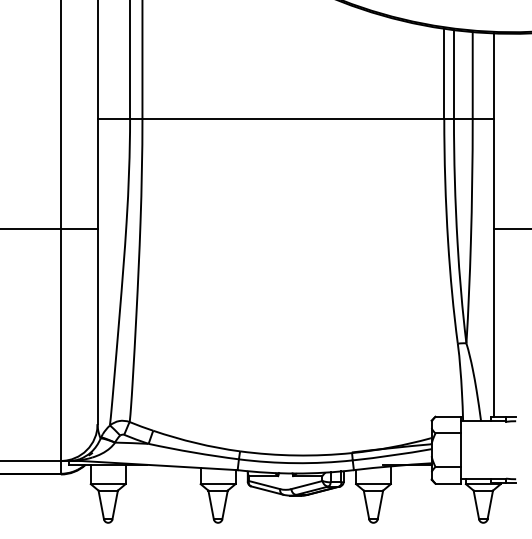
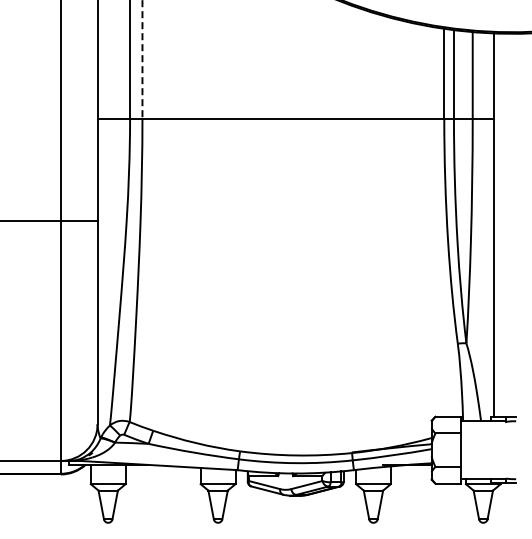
line at (142, 59): solid -> dashed
line at (49, 228) position: (49, 228) -> (49, 220)
line at (510, 228): present -> none
